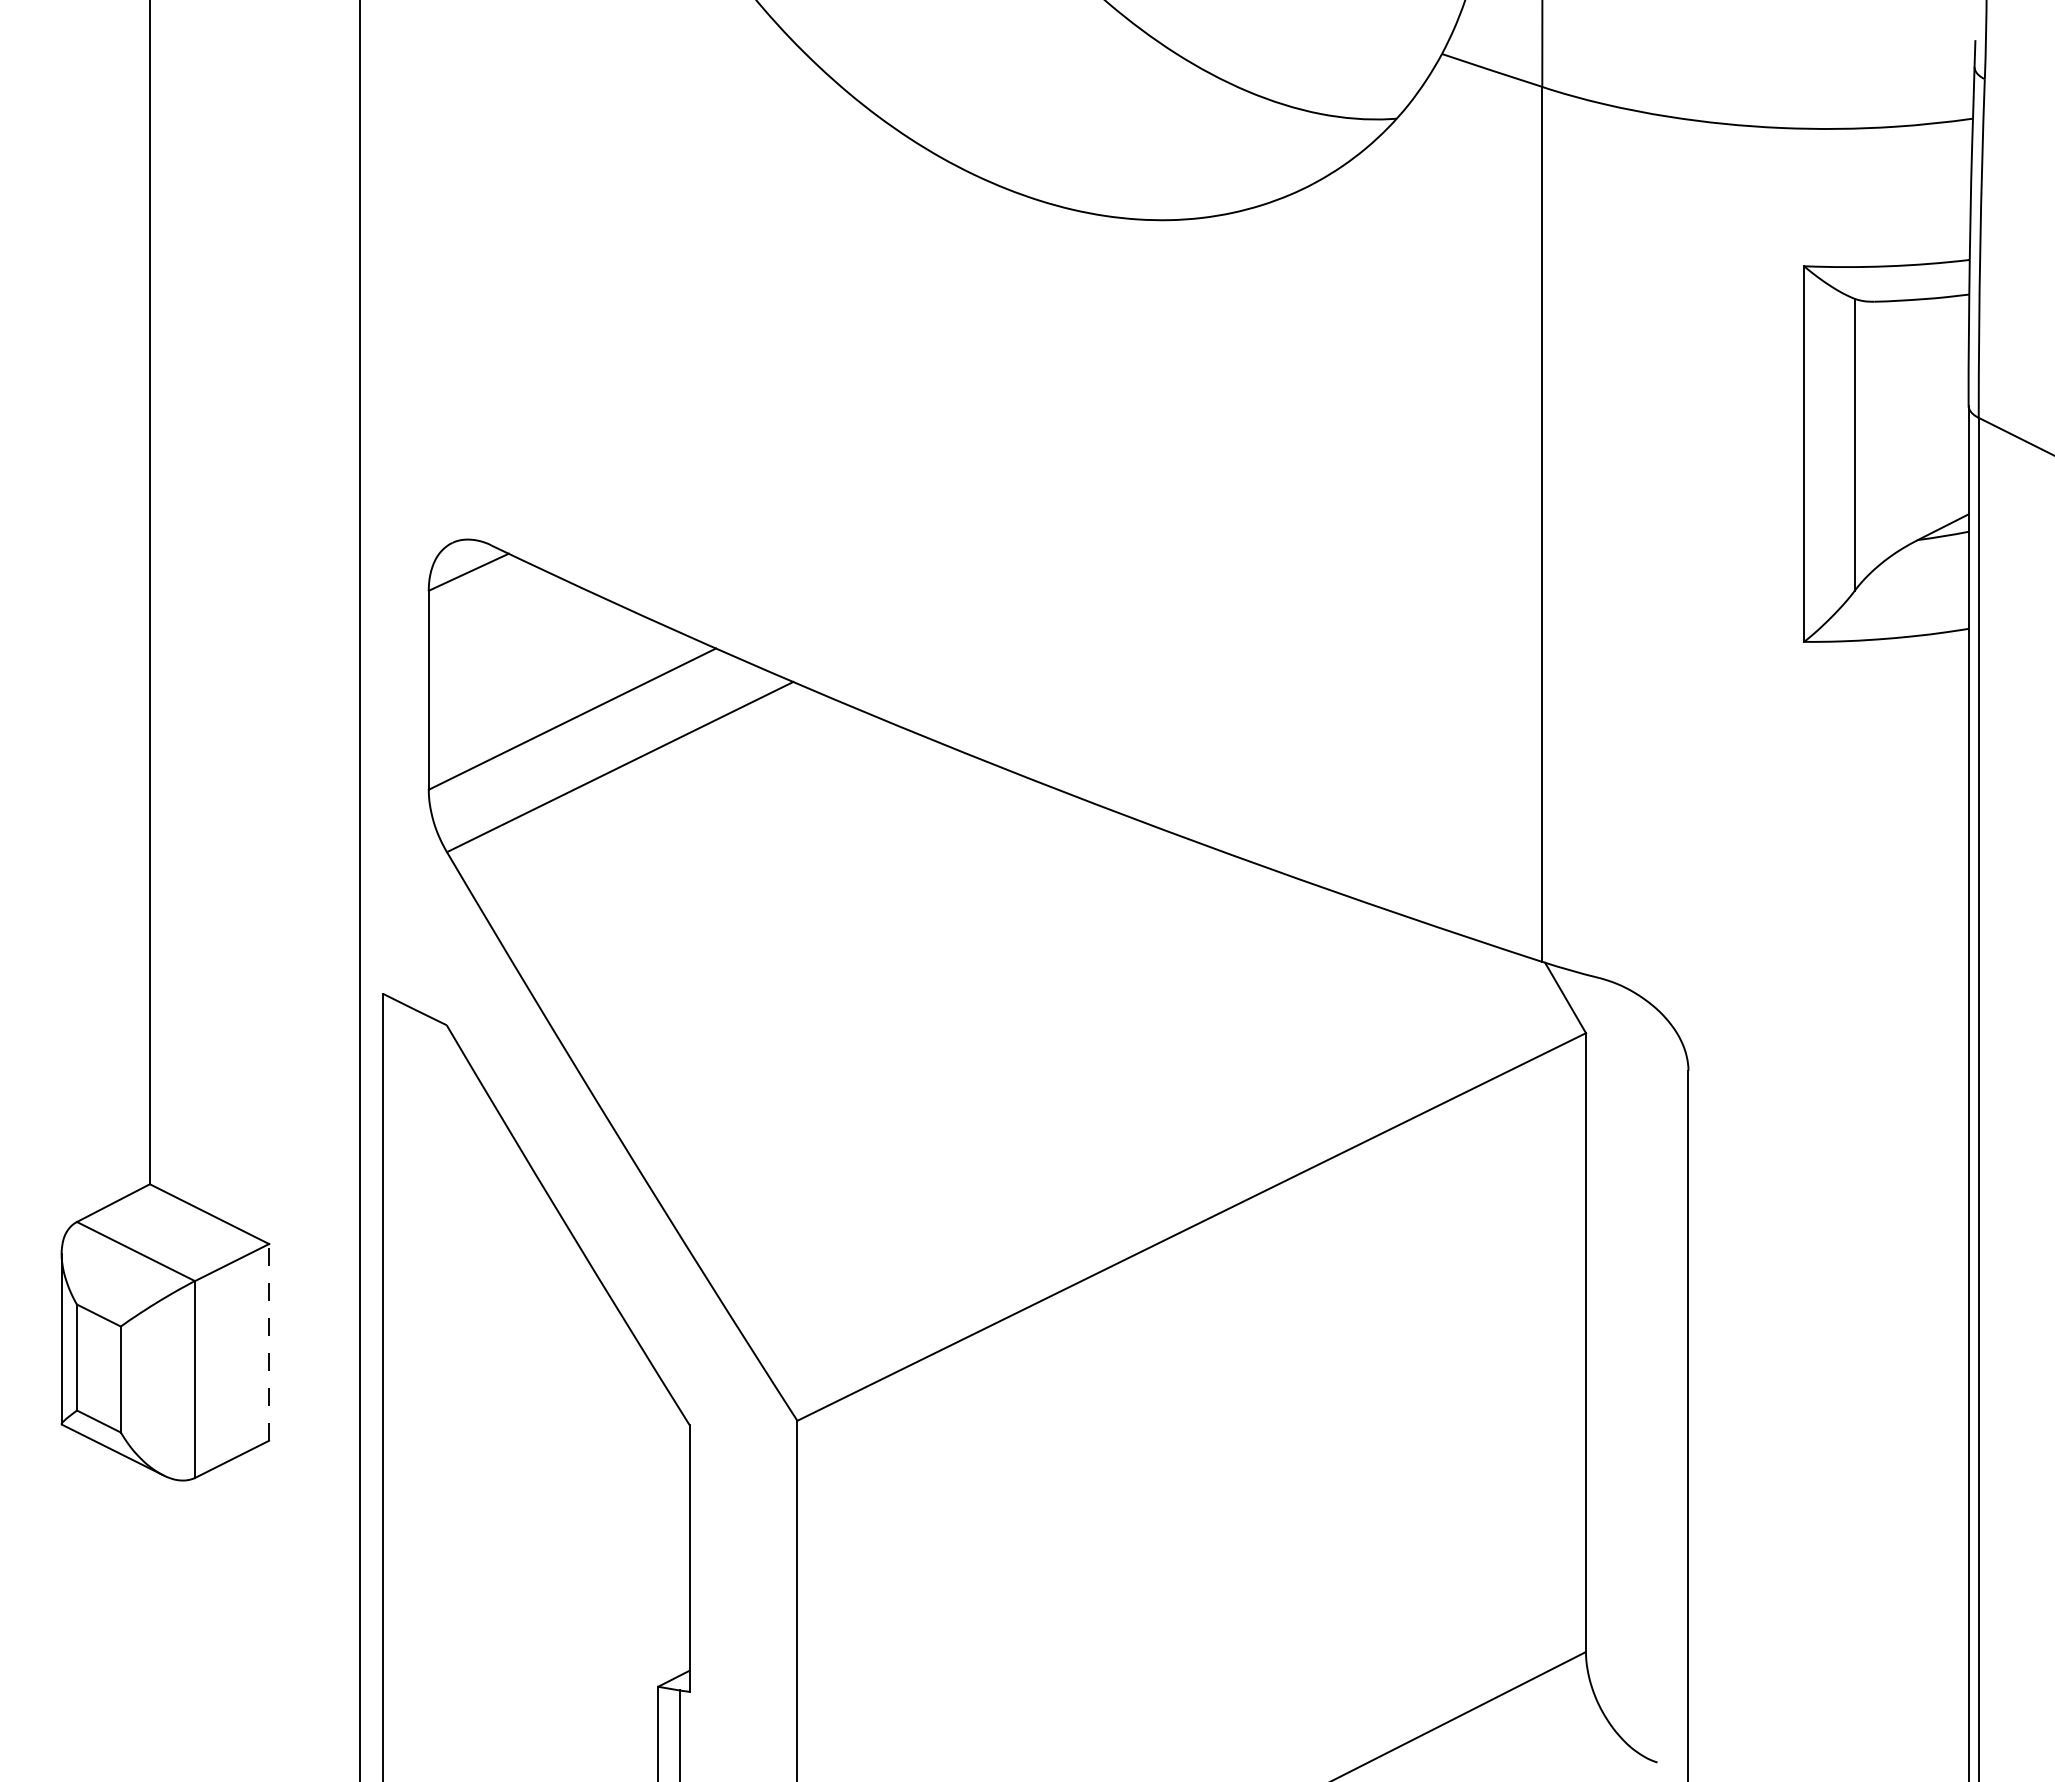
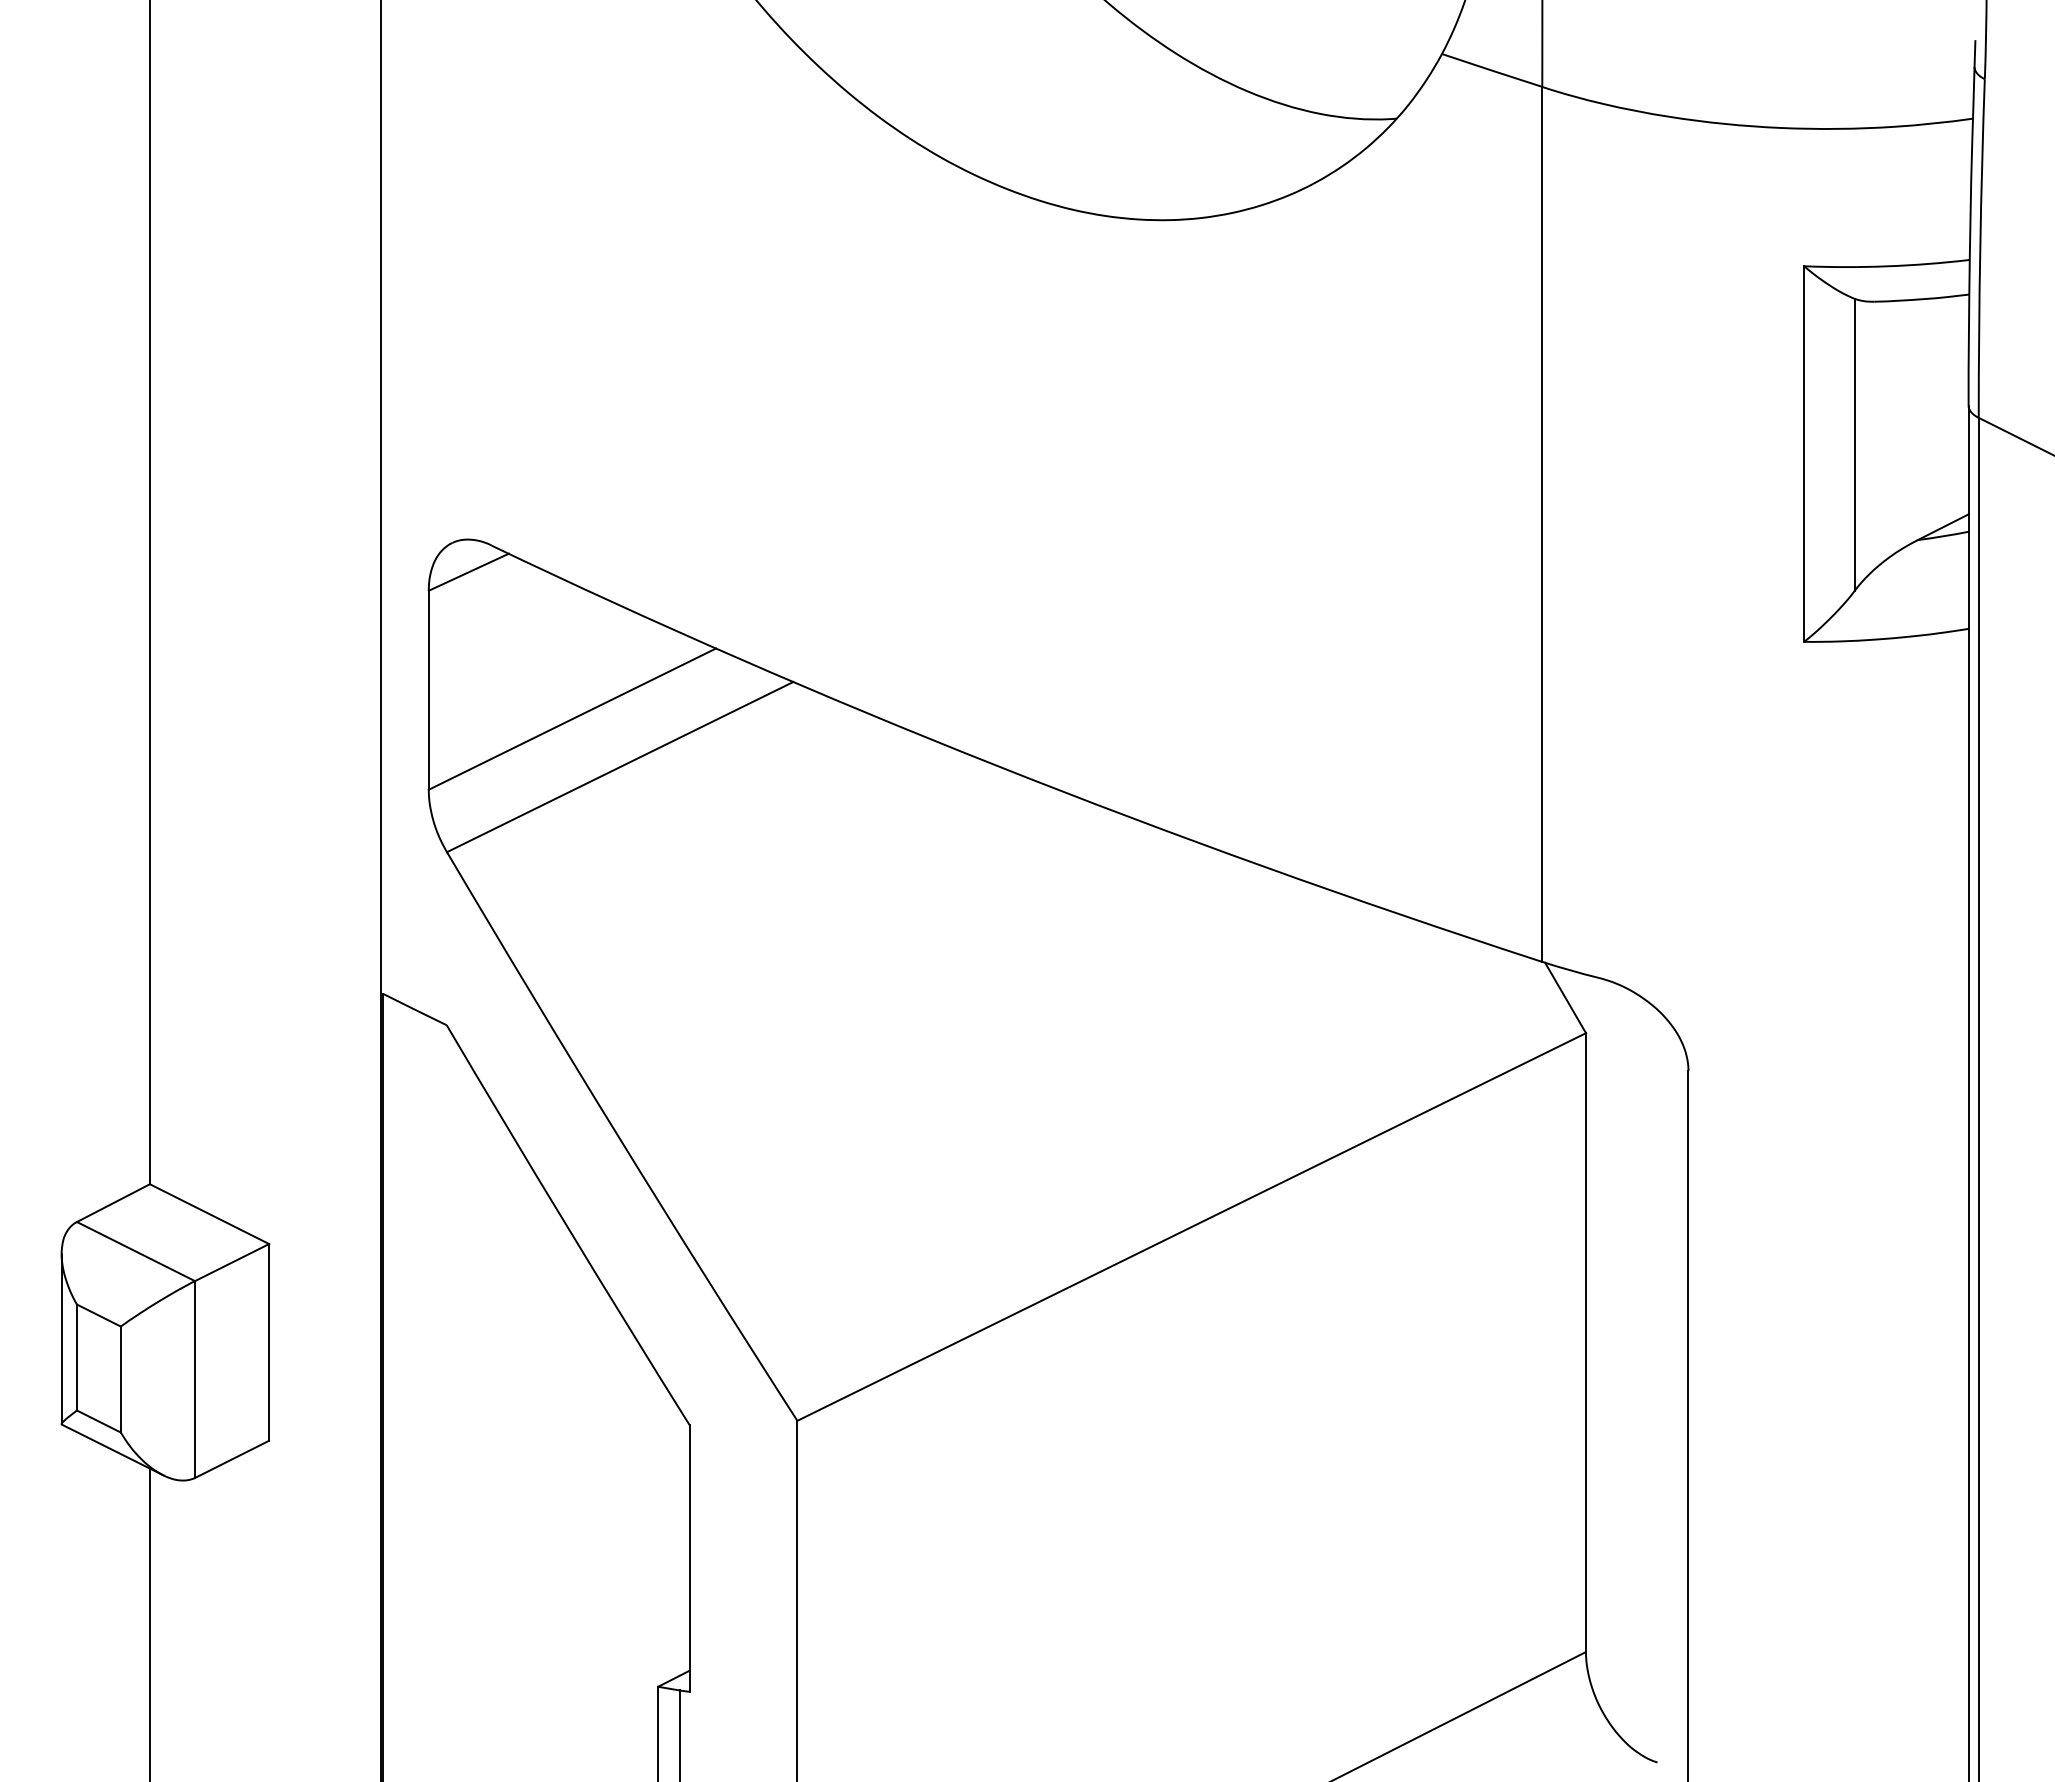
line at (359, 890) position: (359, 890) -> (380, 890)
line at (269, 1341): dashed -> solid
line at (149, 1623): none -> present
